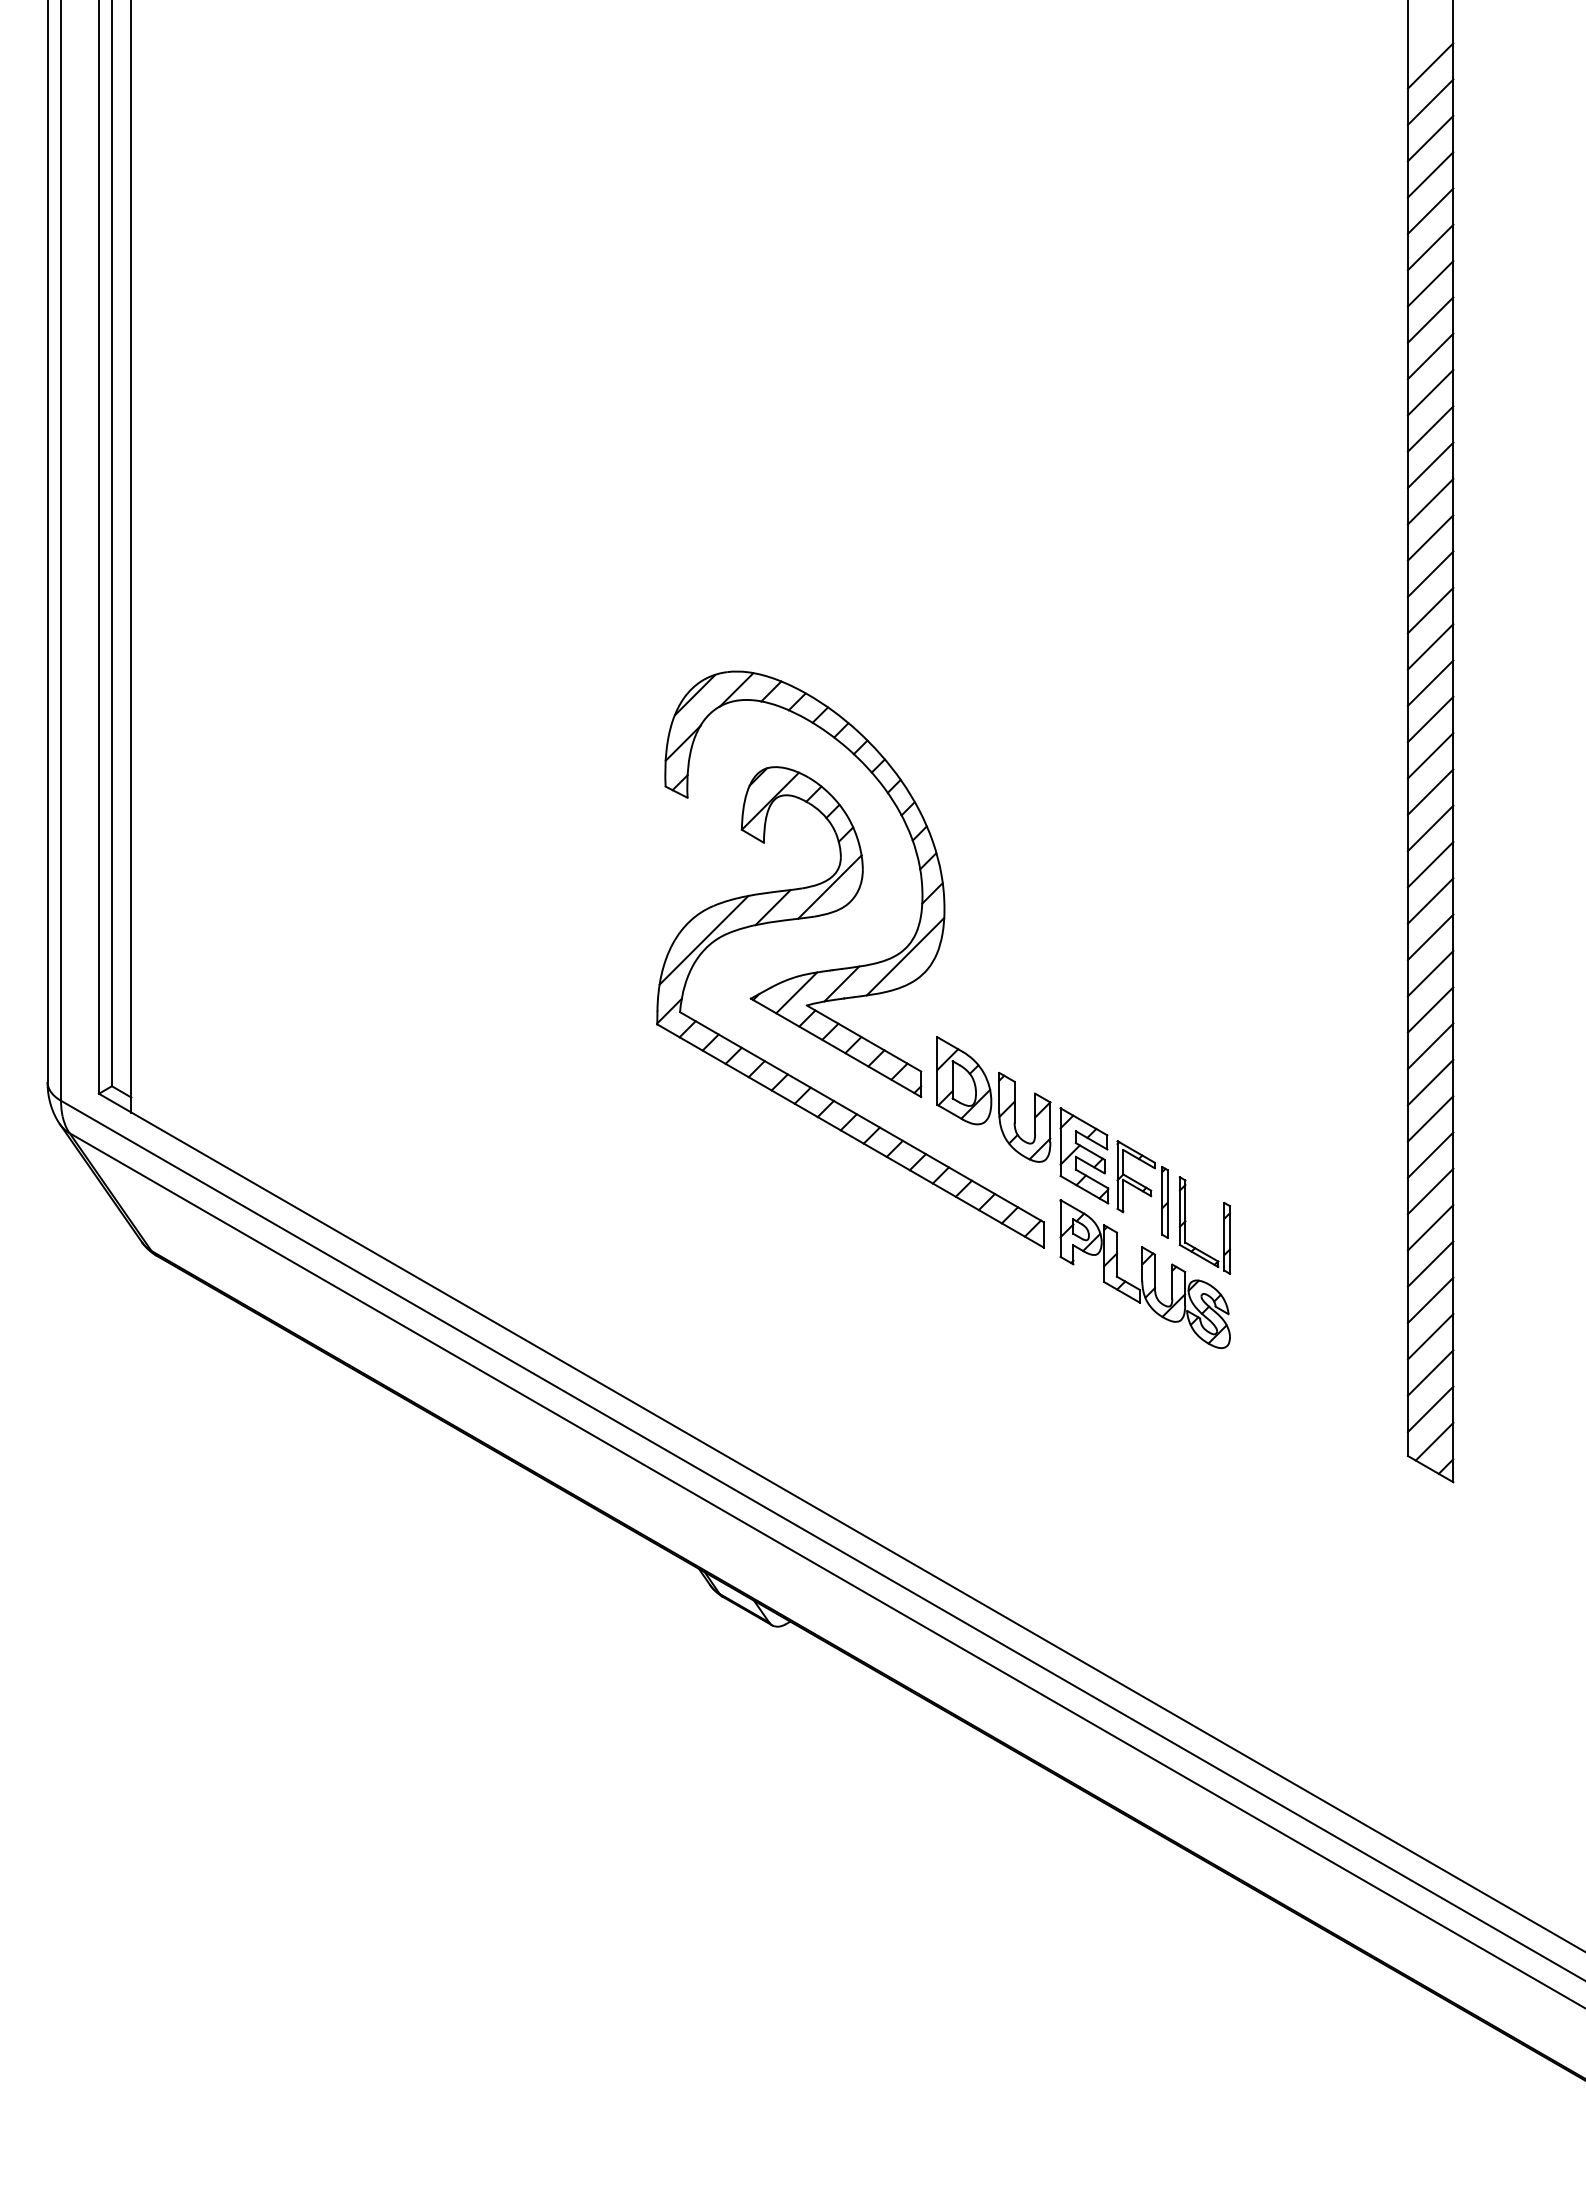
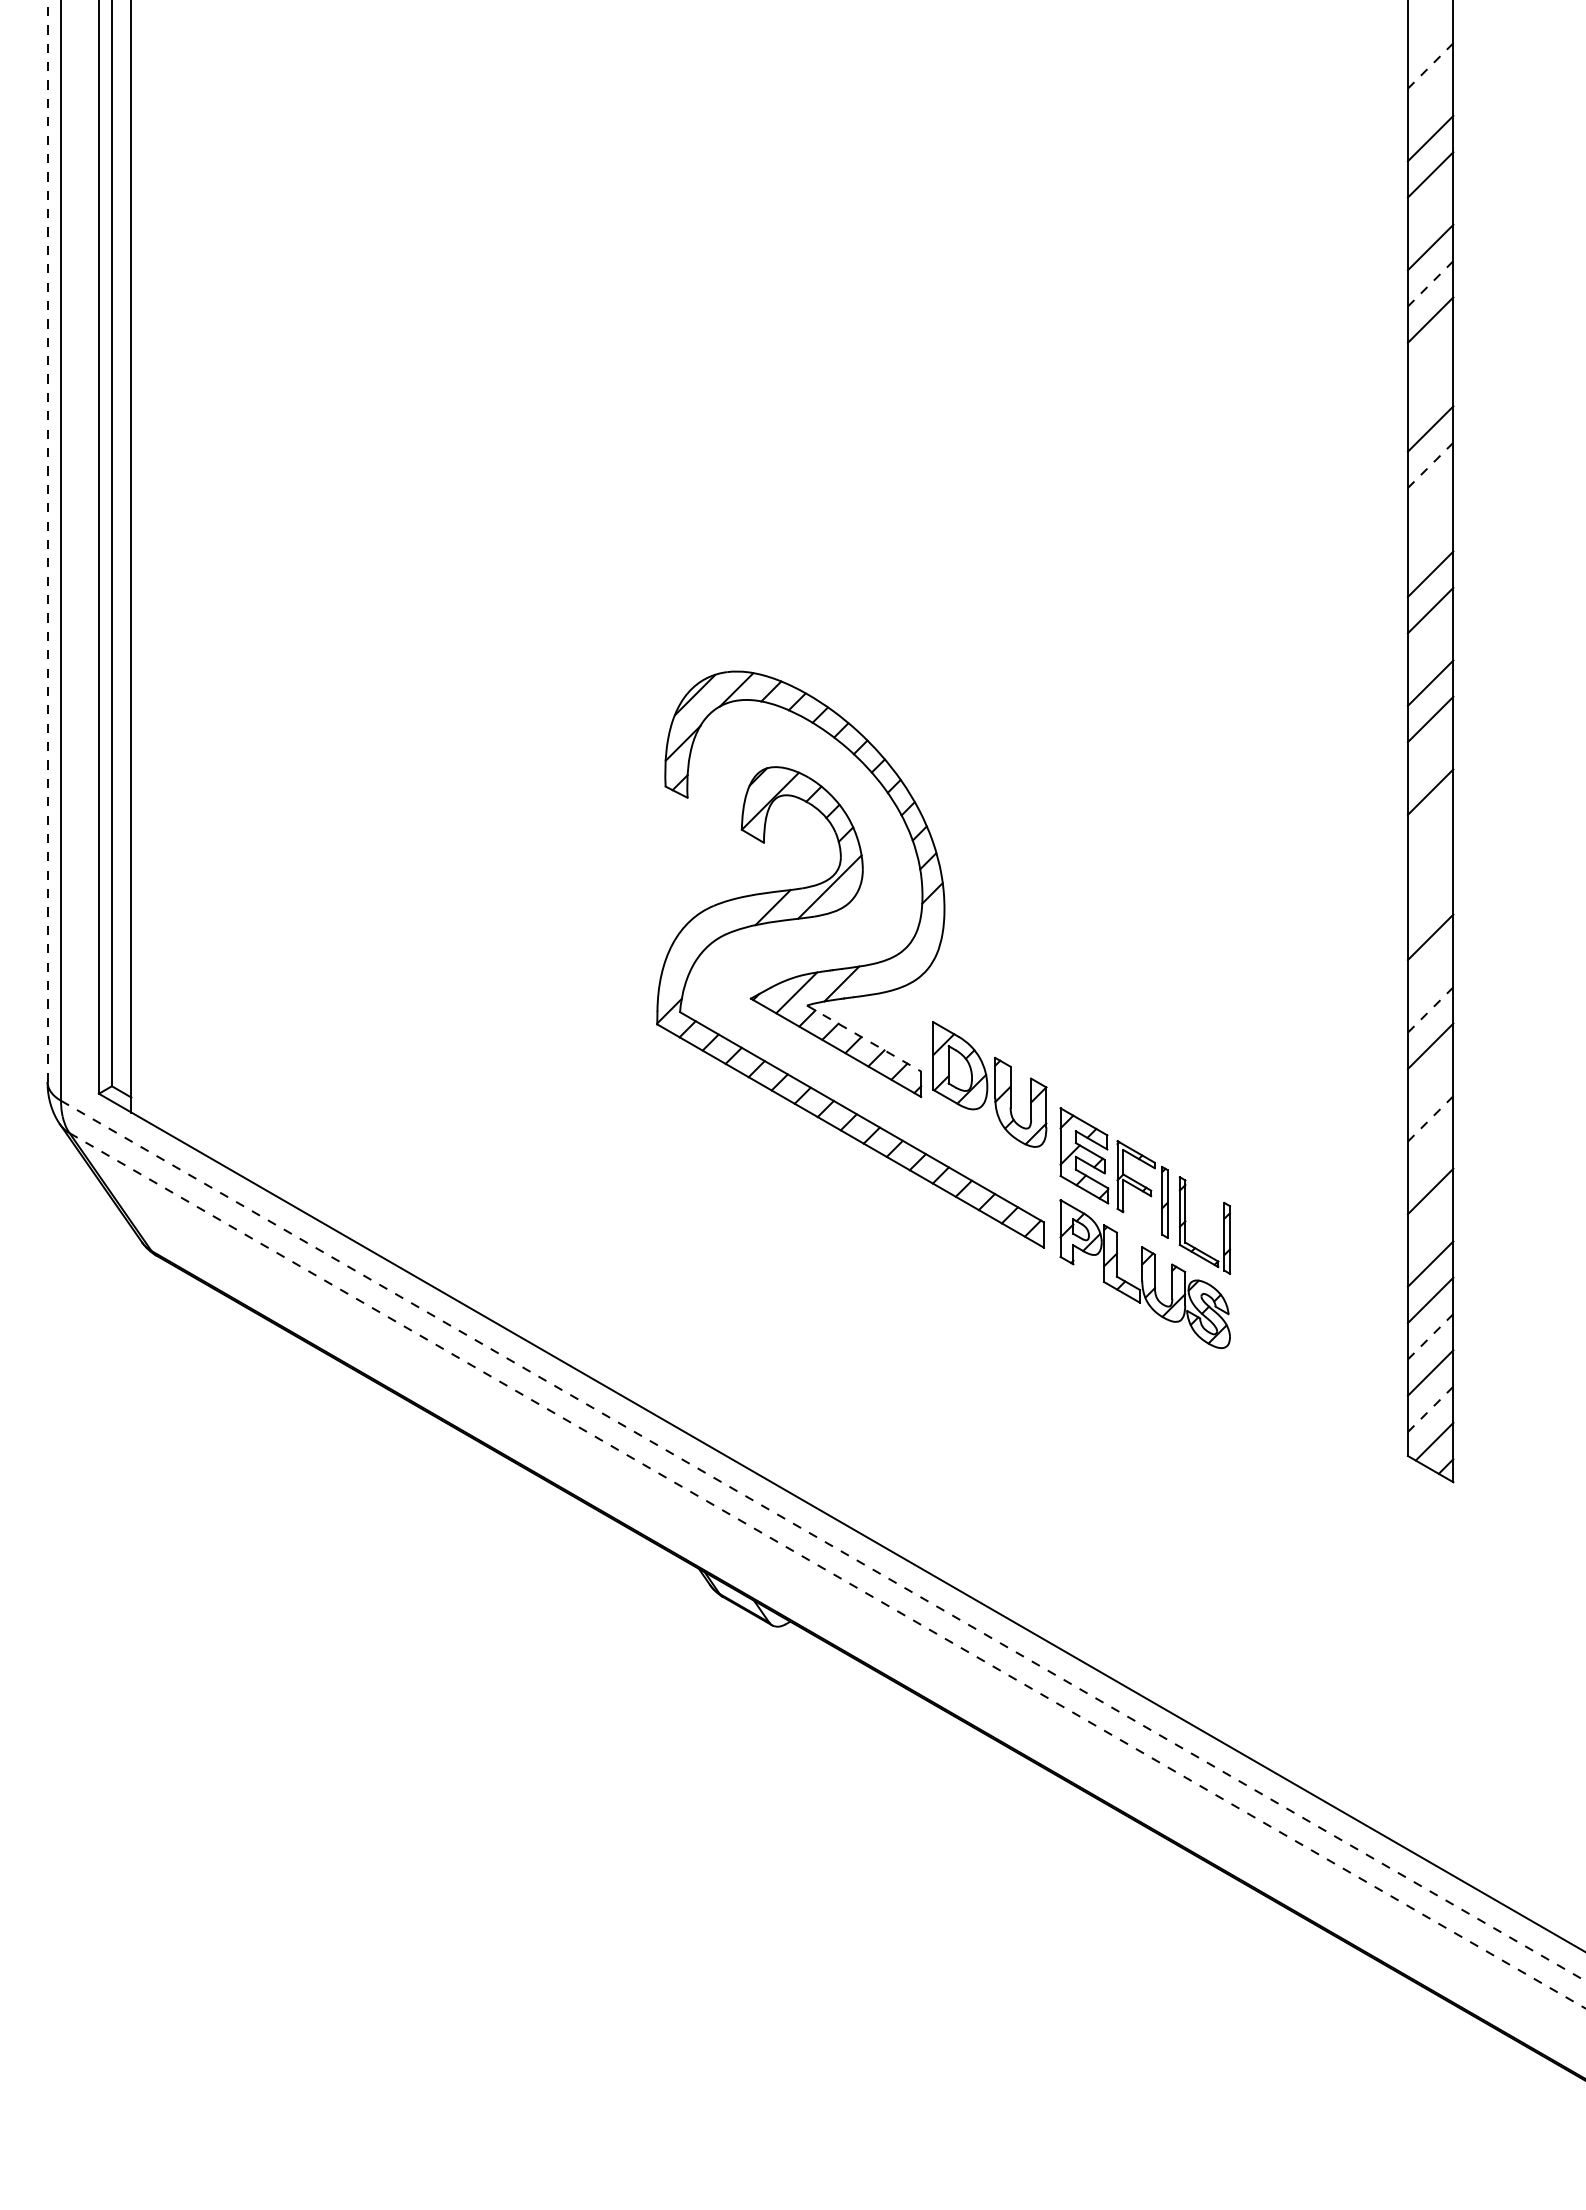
line at (1431, 65): solid -> dashed
line at (1430, 102): present -> none
line at (1430, 211): present -> none
line at (1431, 283): solid -> dashed
line at (1430, 356): present -> none
line at (1430, 392): present -> none
line at (1431, 465): solid -> dashed
line at (1430, 501): present -> none
line at (1430, 537): present -> none
line at (47, 541): solid -> dashed
line at (1430, 646): present -> none
line at (1430, 755): present -> none
line at (1430, 828): present -> none
line at (1430, 864): present -> none
line at (1430, 900): present -> none
line at (703, 939): present -> none
line at (905, 956): present -> none
line at (1430, 973): present -> none
line at (1431, 1009): solid -> dashed
line at (864, 1038): solid -> dashed
line at (1430, 1082): present -> none
part at (993, 1099) position: (993, 1099) -> (989, 1084)
line at (1431, 1118): solid -> dashed
line at (1430, 1154): present -> none
line at (1430, 1227): present -> none
line at (1431, 1336): solid -> dashed
line at (1431, 1409): solid -> dashed
line at (823, 1541): solid -> dashed
line at (828, 1571): solid -> dashed
